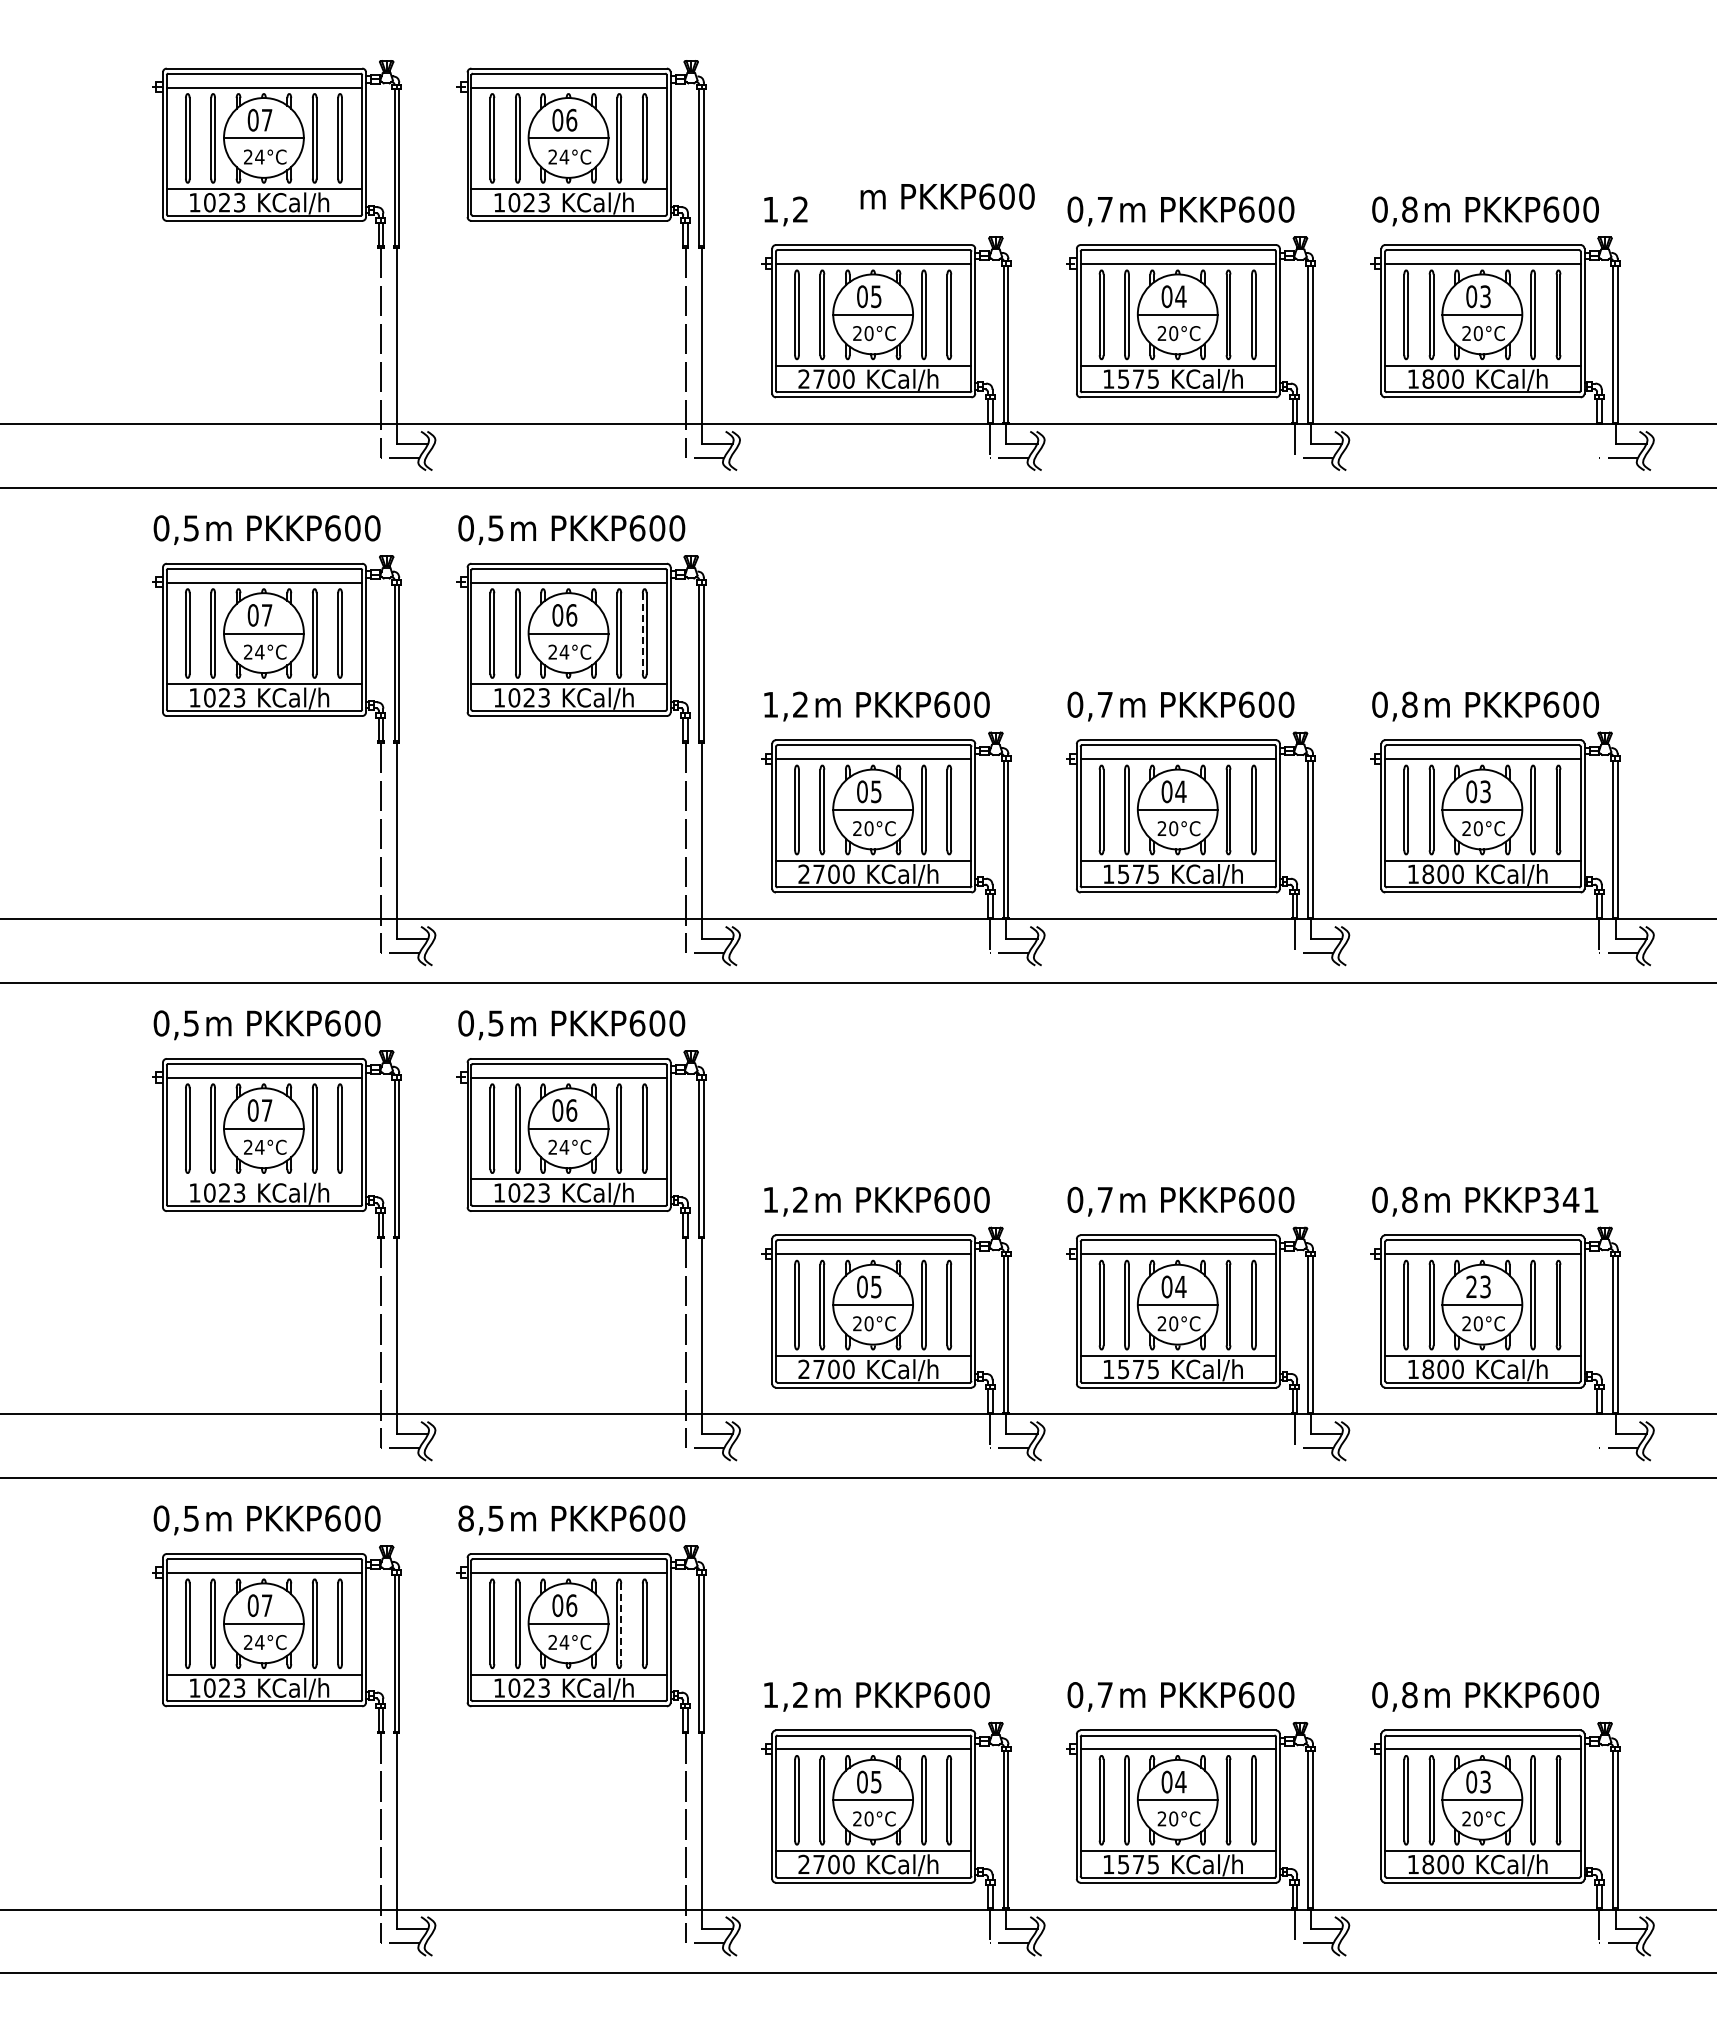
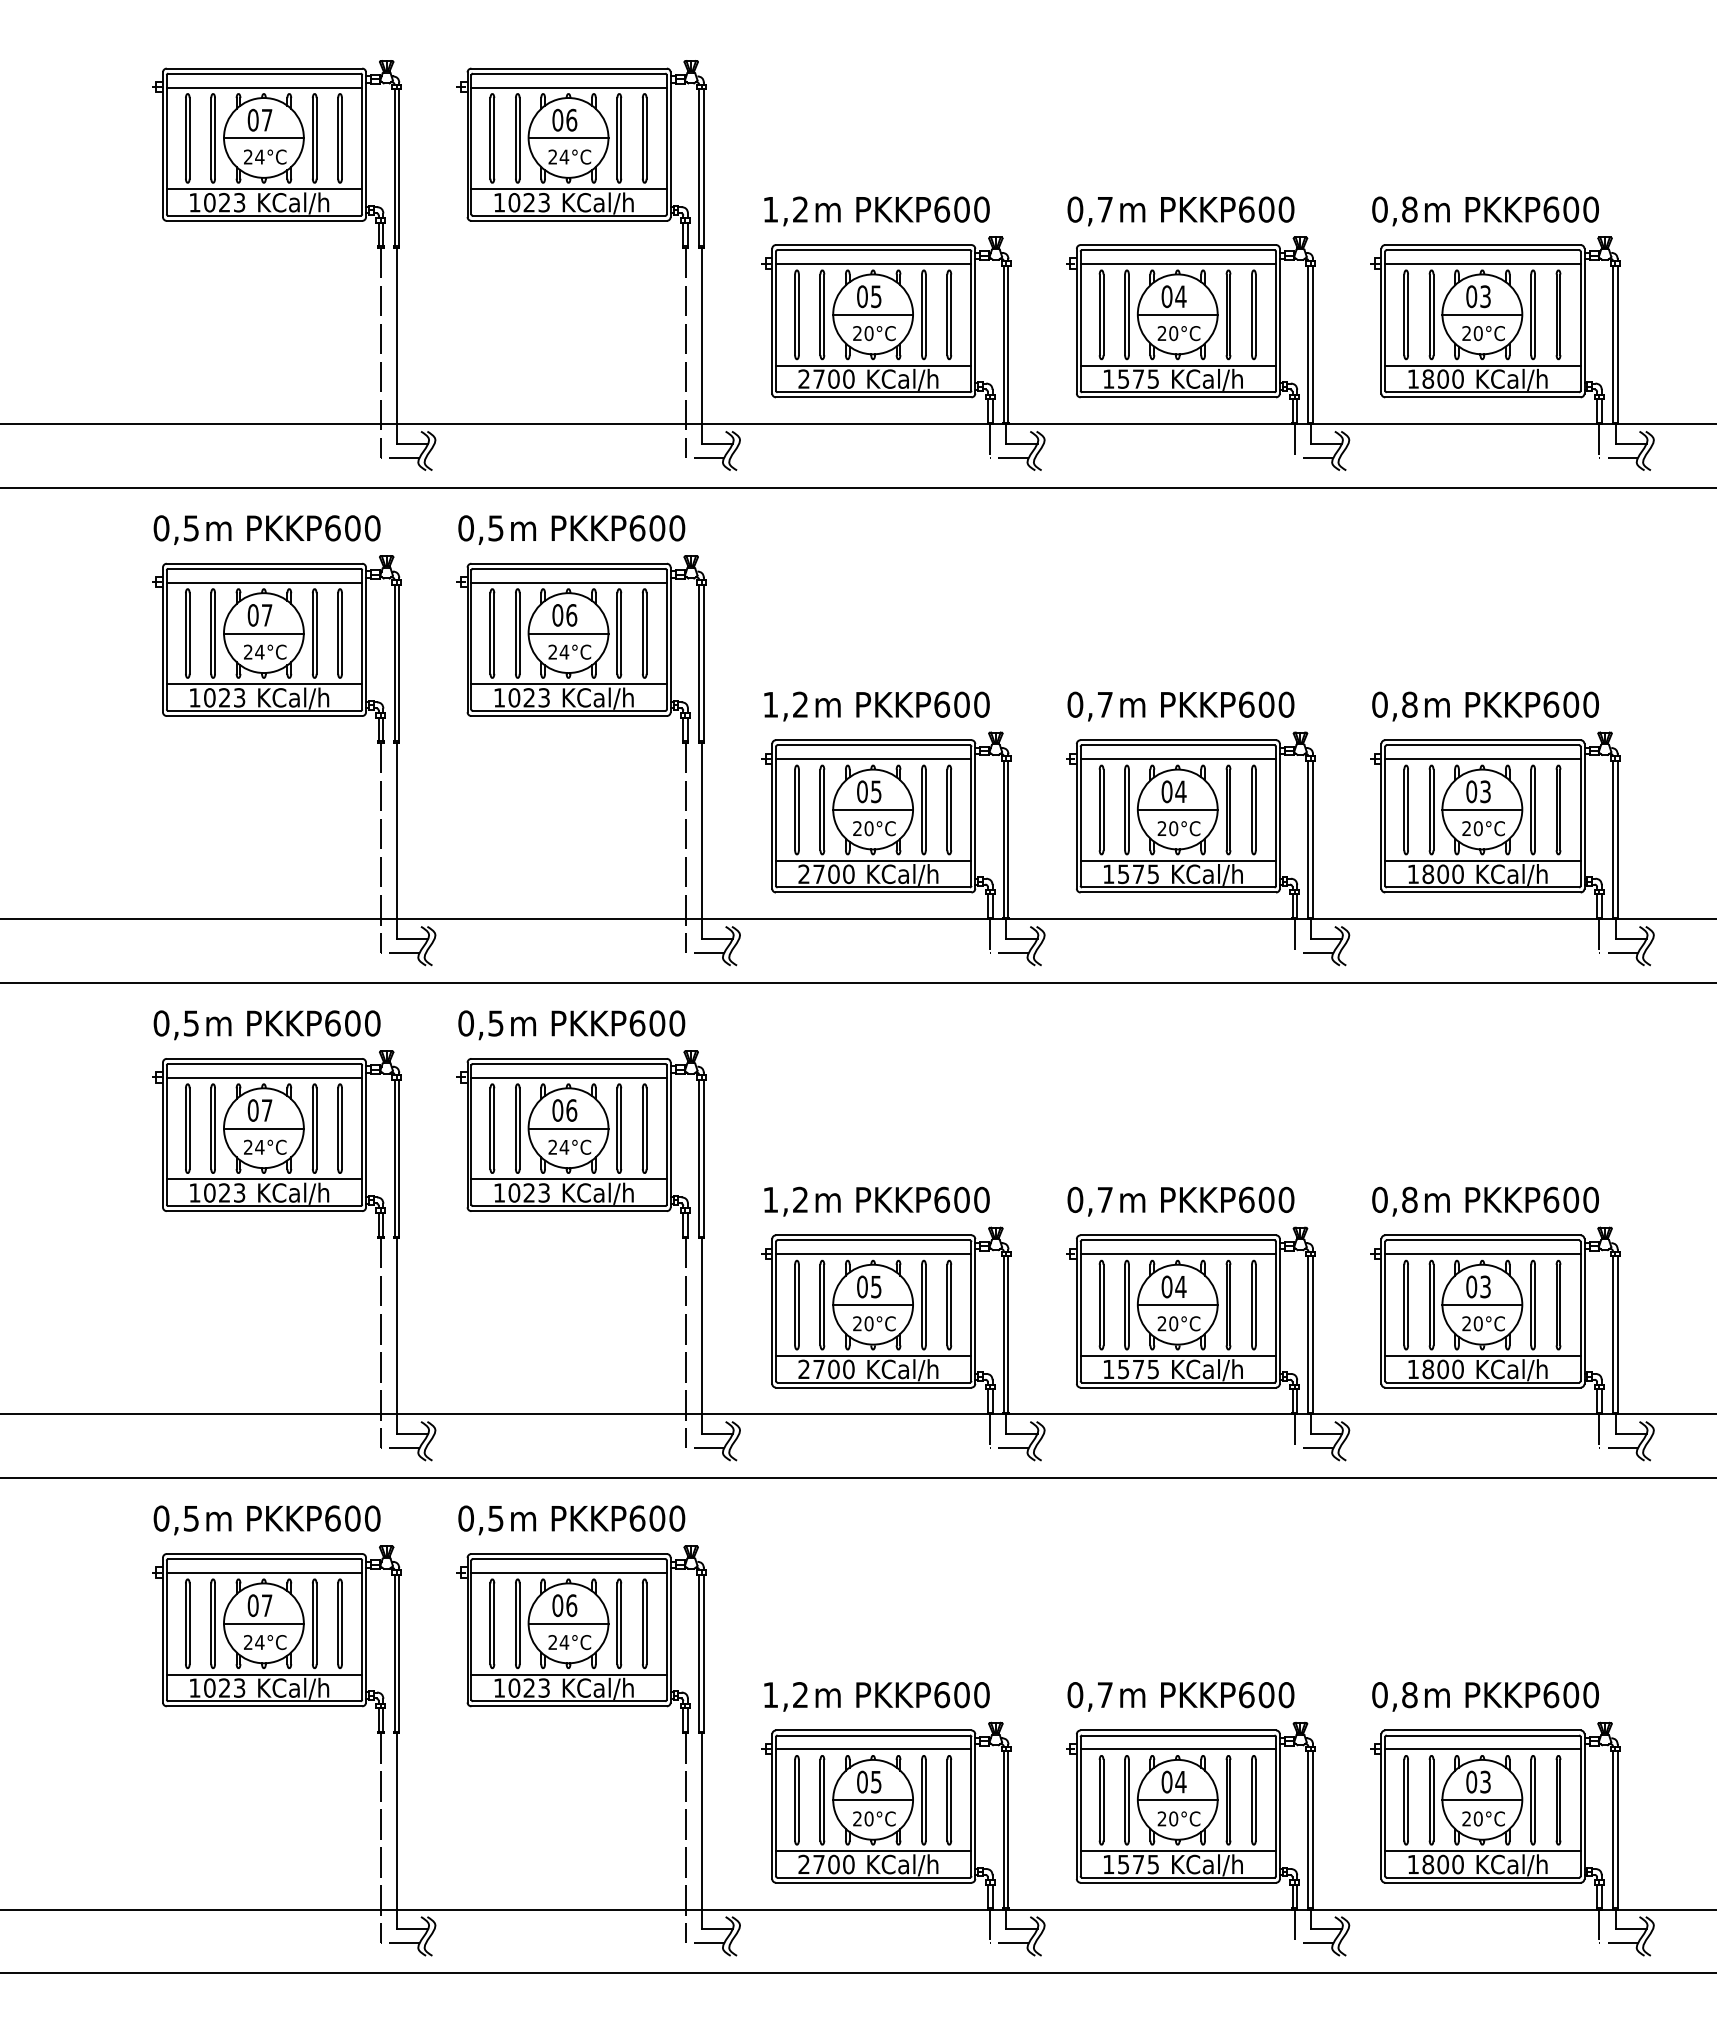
text at (947, 196) position: (947, 196) -> (902, 209)
line at (1599, 440): none -> present
line at (642, 634): dashed -> solid
line at (264, 1179): none -> present
text at (1570, 1199): PKKP341 -> PKKP600
text at (1471, 1286): 23 -> 03
line at (1599, 1431): none -> present
text at (465, 1518): 8,5 -> 0,5
line at (621, 1624): dashed -> solid
